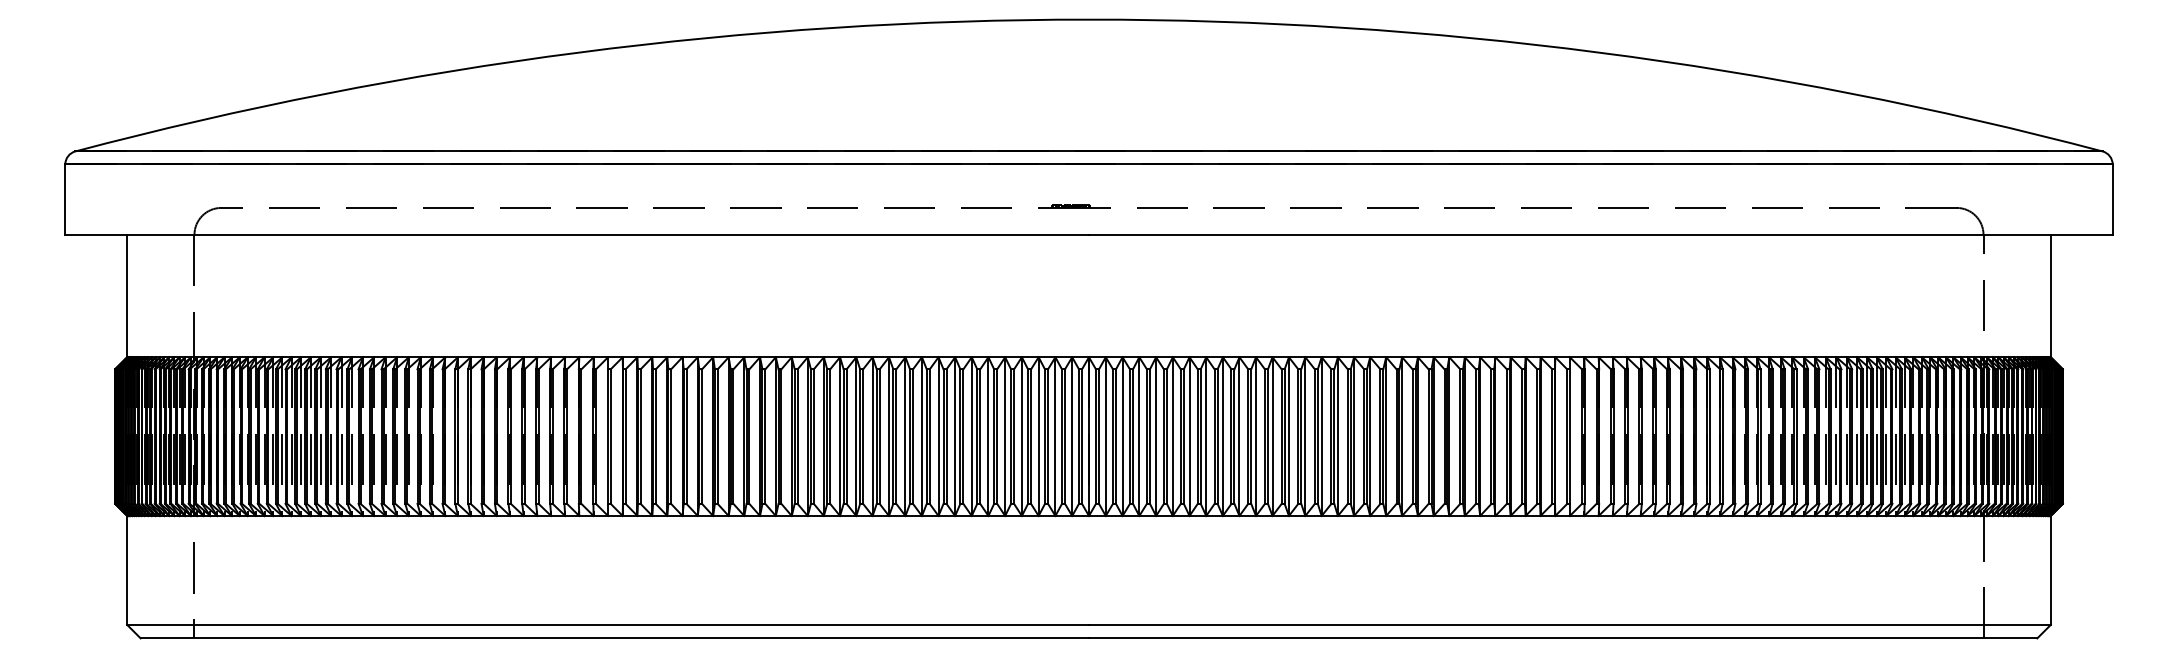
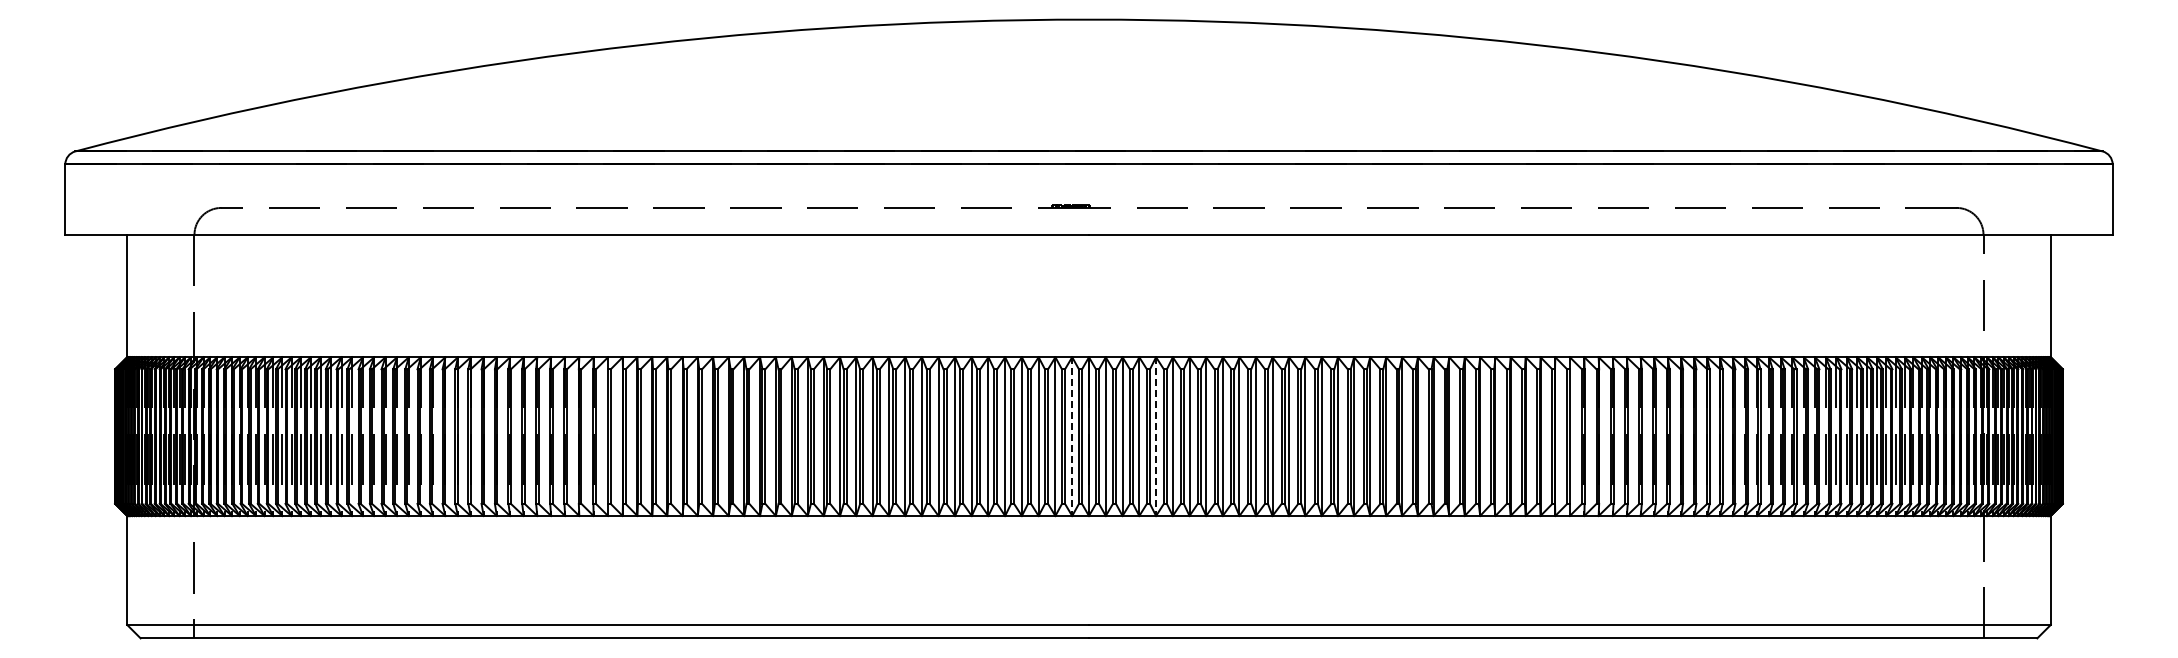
line at (1072, 437): solid -> dashed
line at (1156, 437): solid -> dashed
